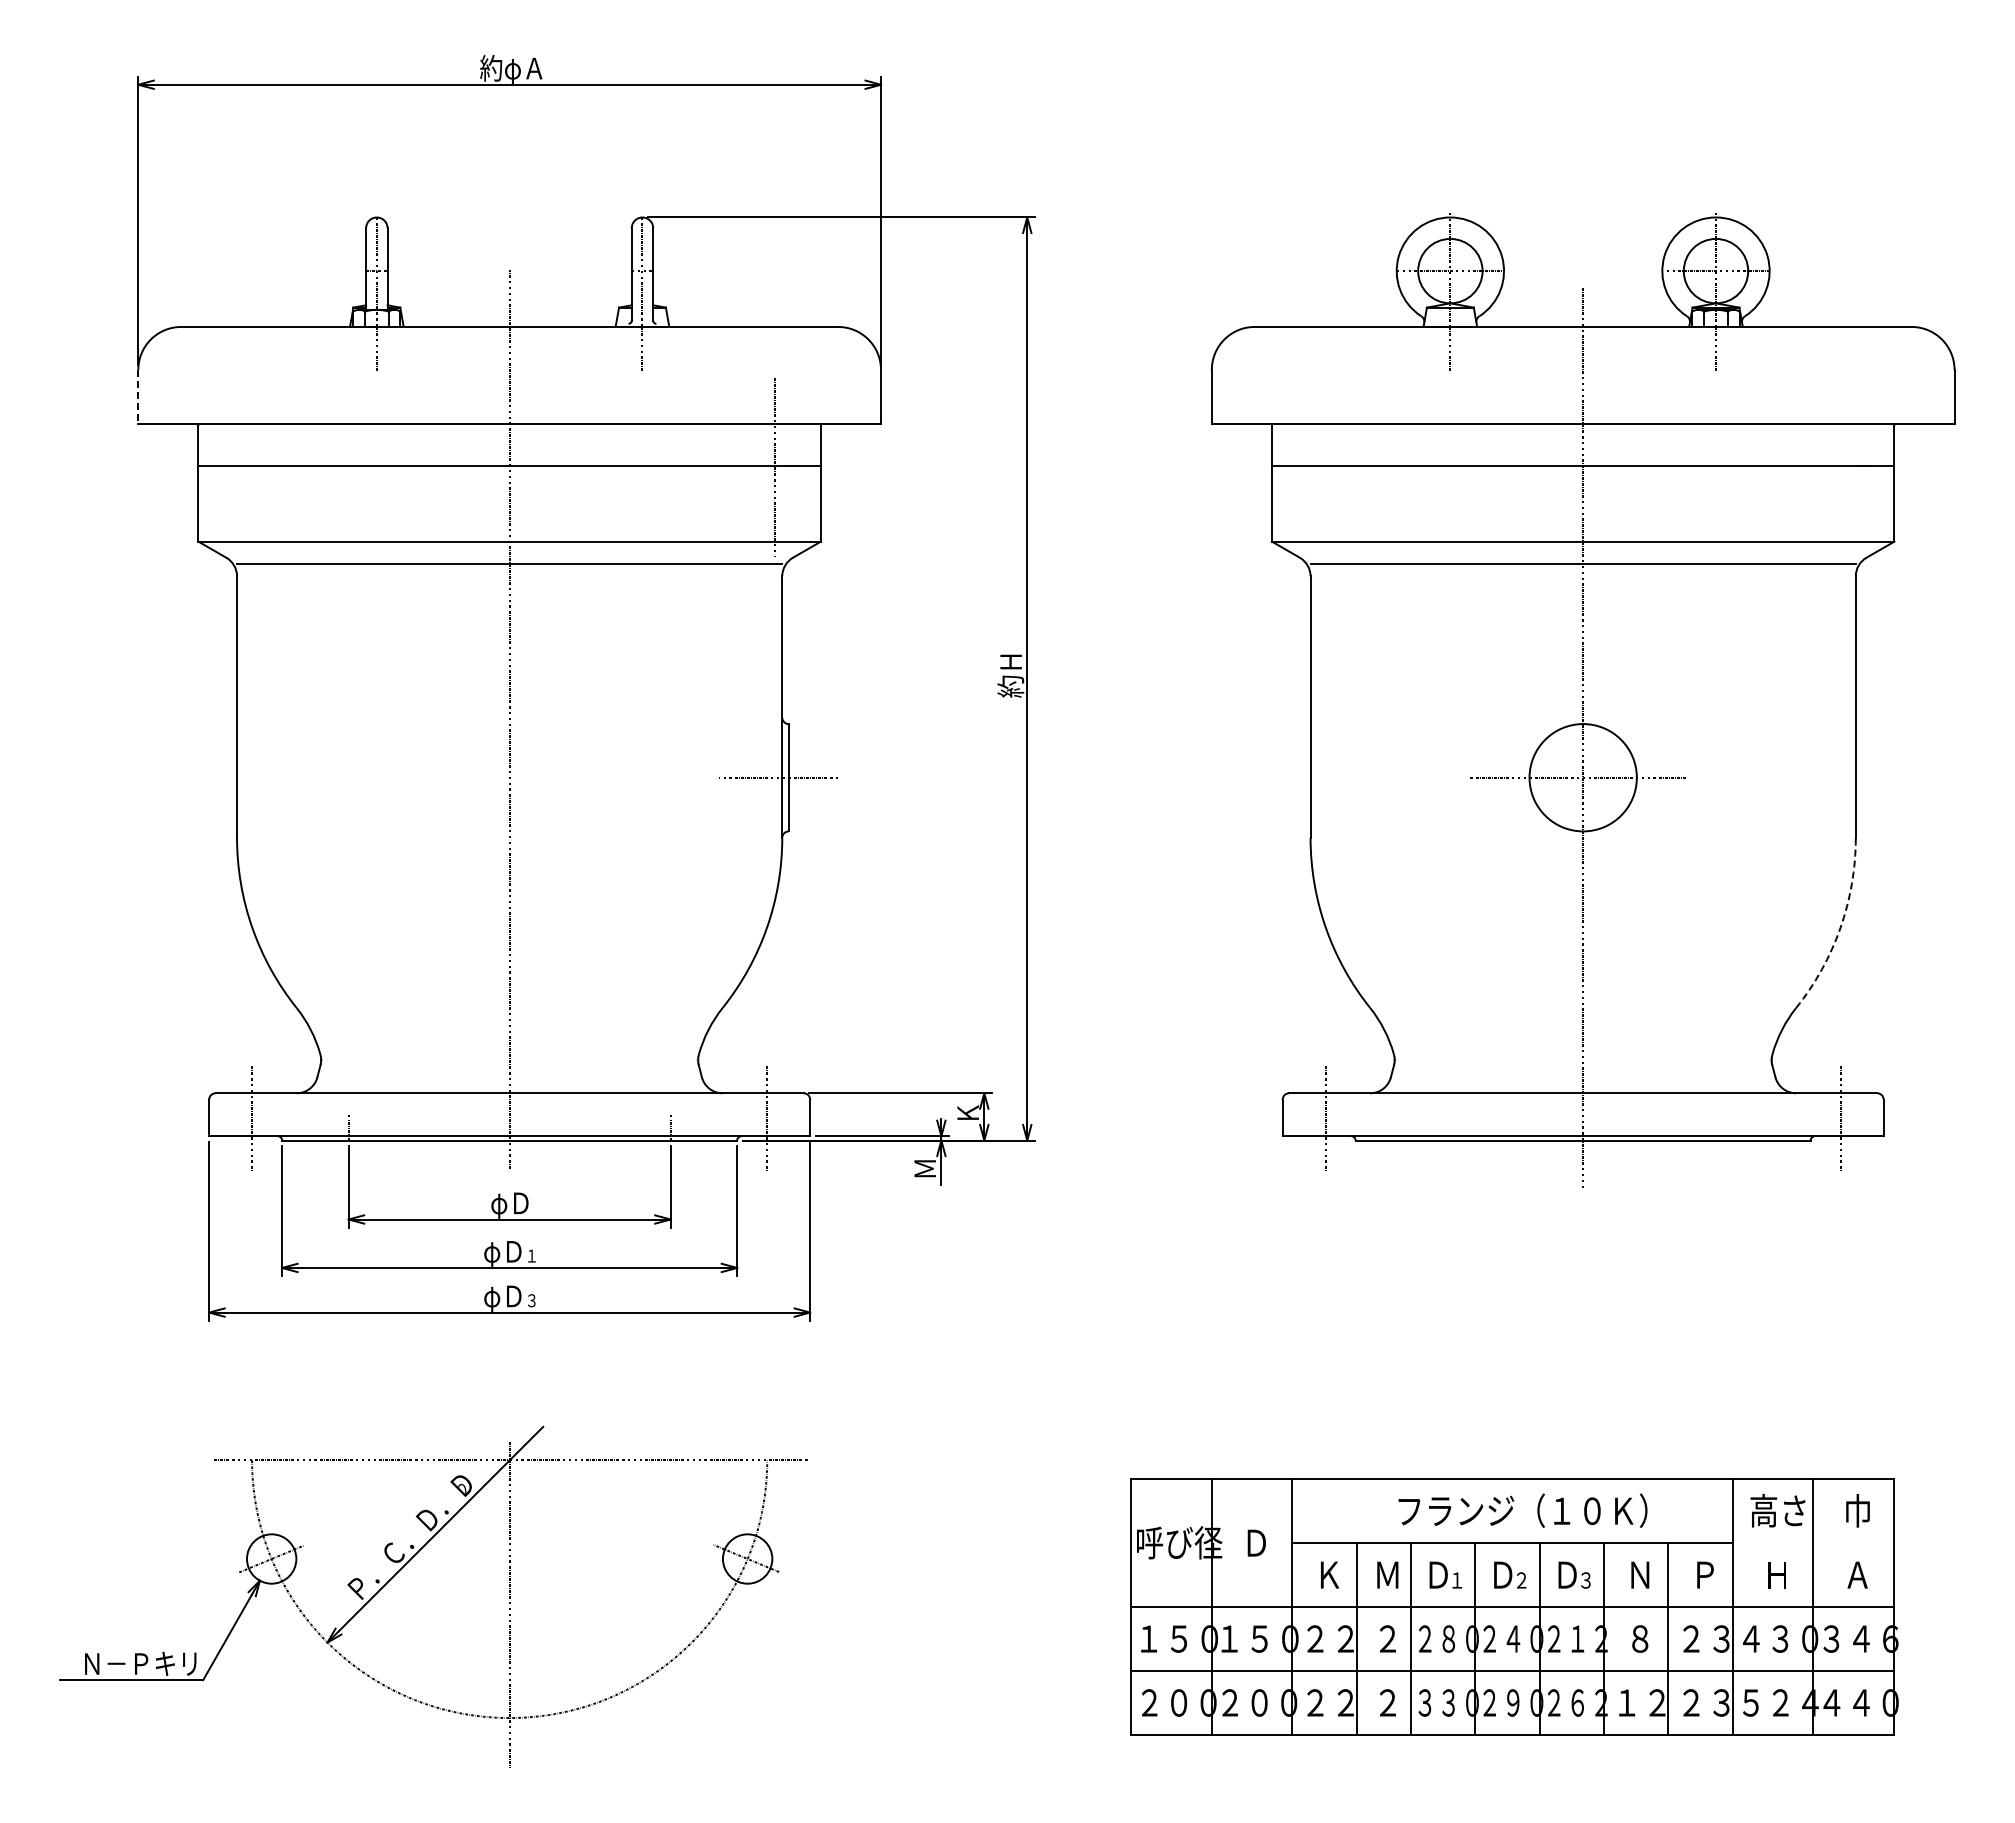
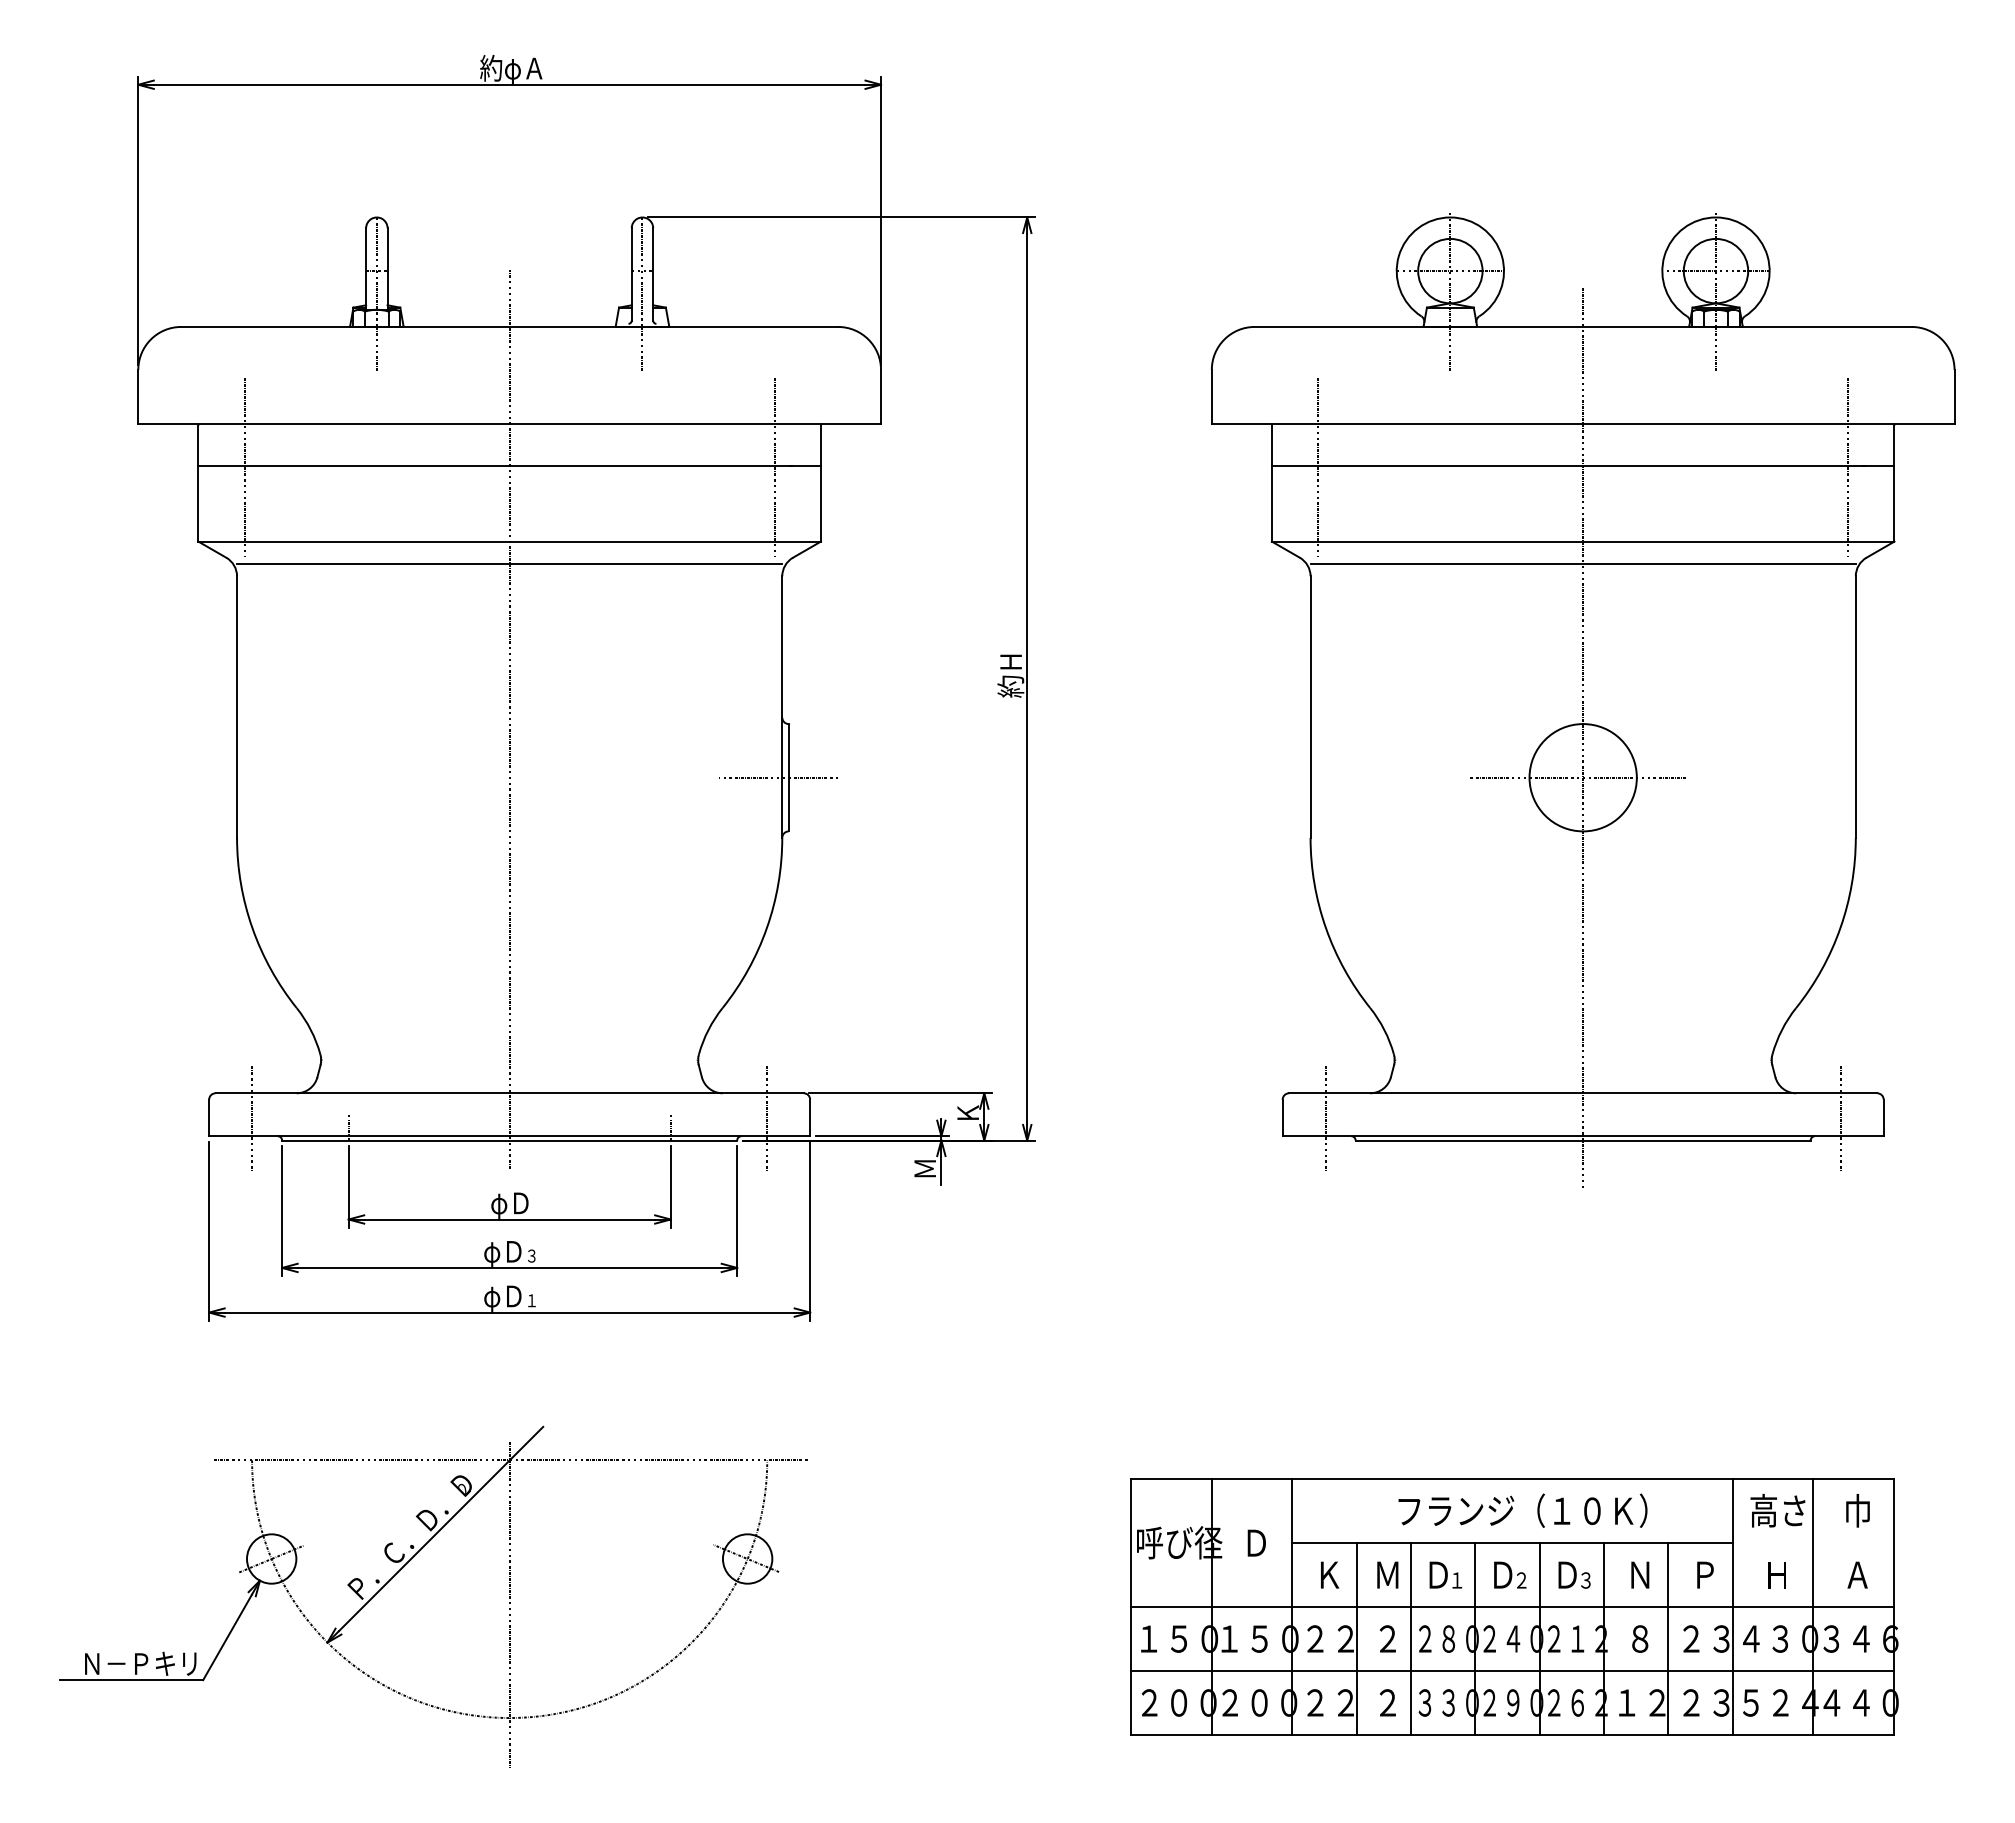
line at (138, 396): dashed -> solid
line at (244, 467): none -> present
line at (1318, 467): none -> present
line at (1848, 467): none -> present
arc at (1840, 928): dashed -> solid
text at (531, 1255): １ -> ３
text at (531, 1300): ３ -> １
